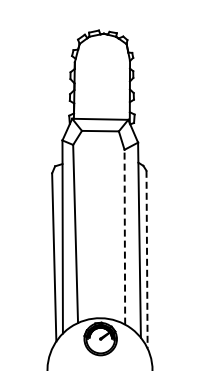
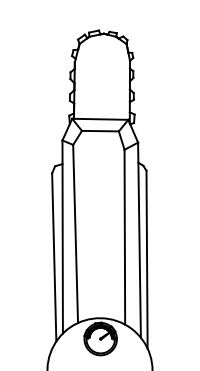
line at (124, 236): dashed -> solid
line at (147, 259): dashed -> solid
